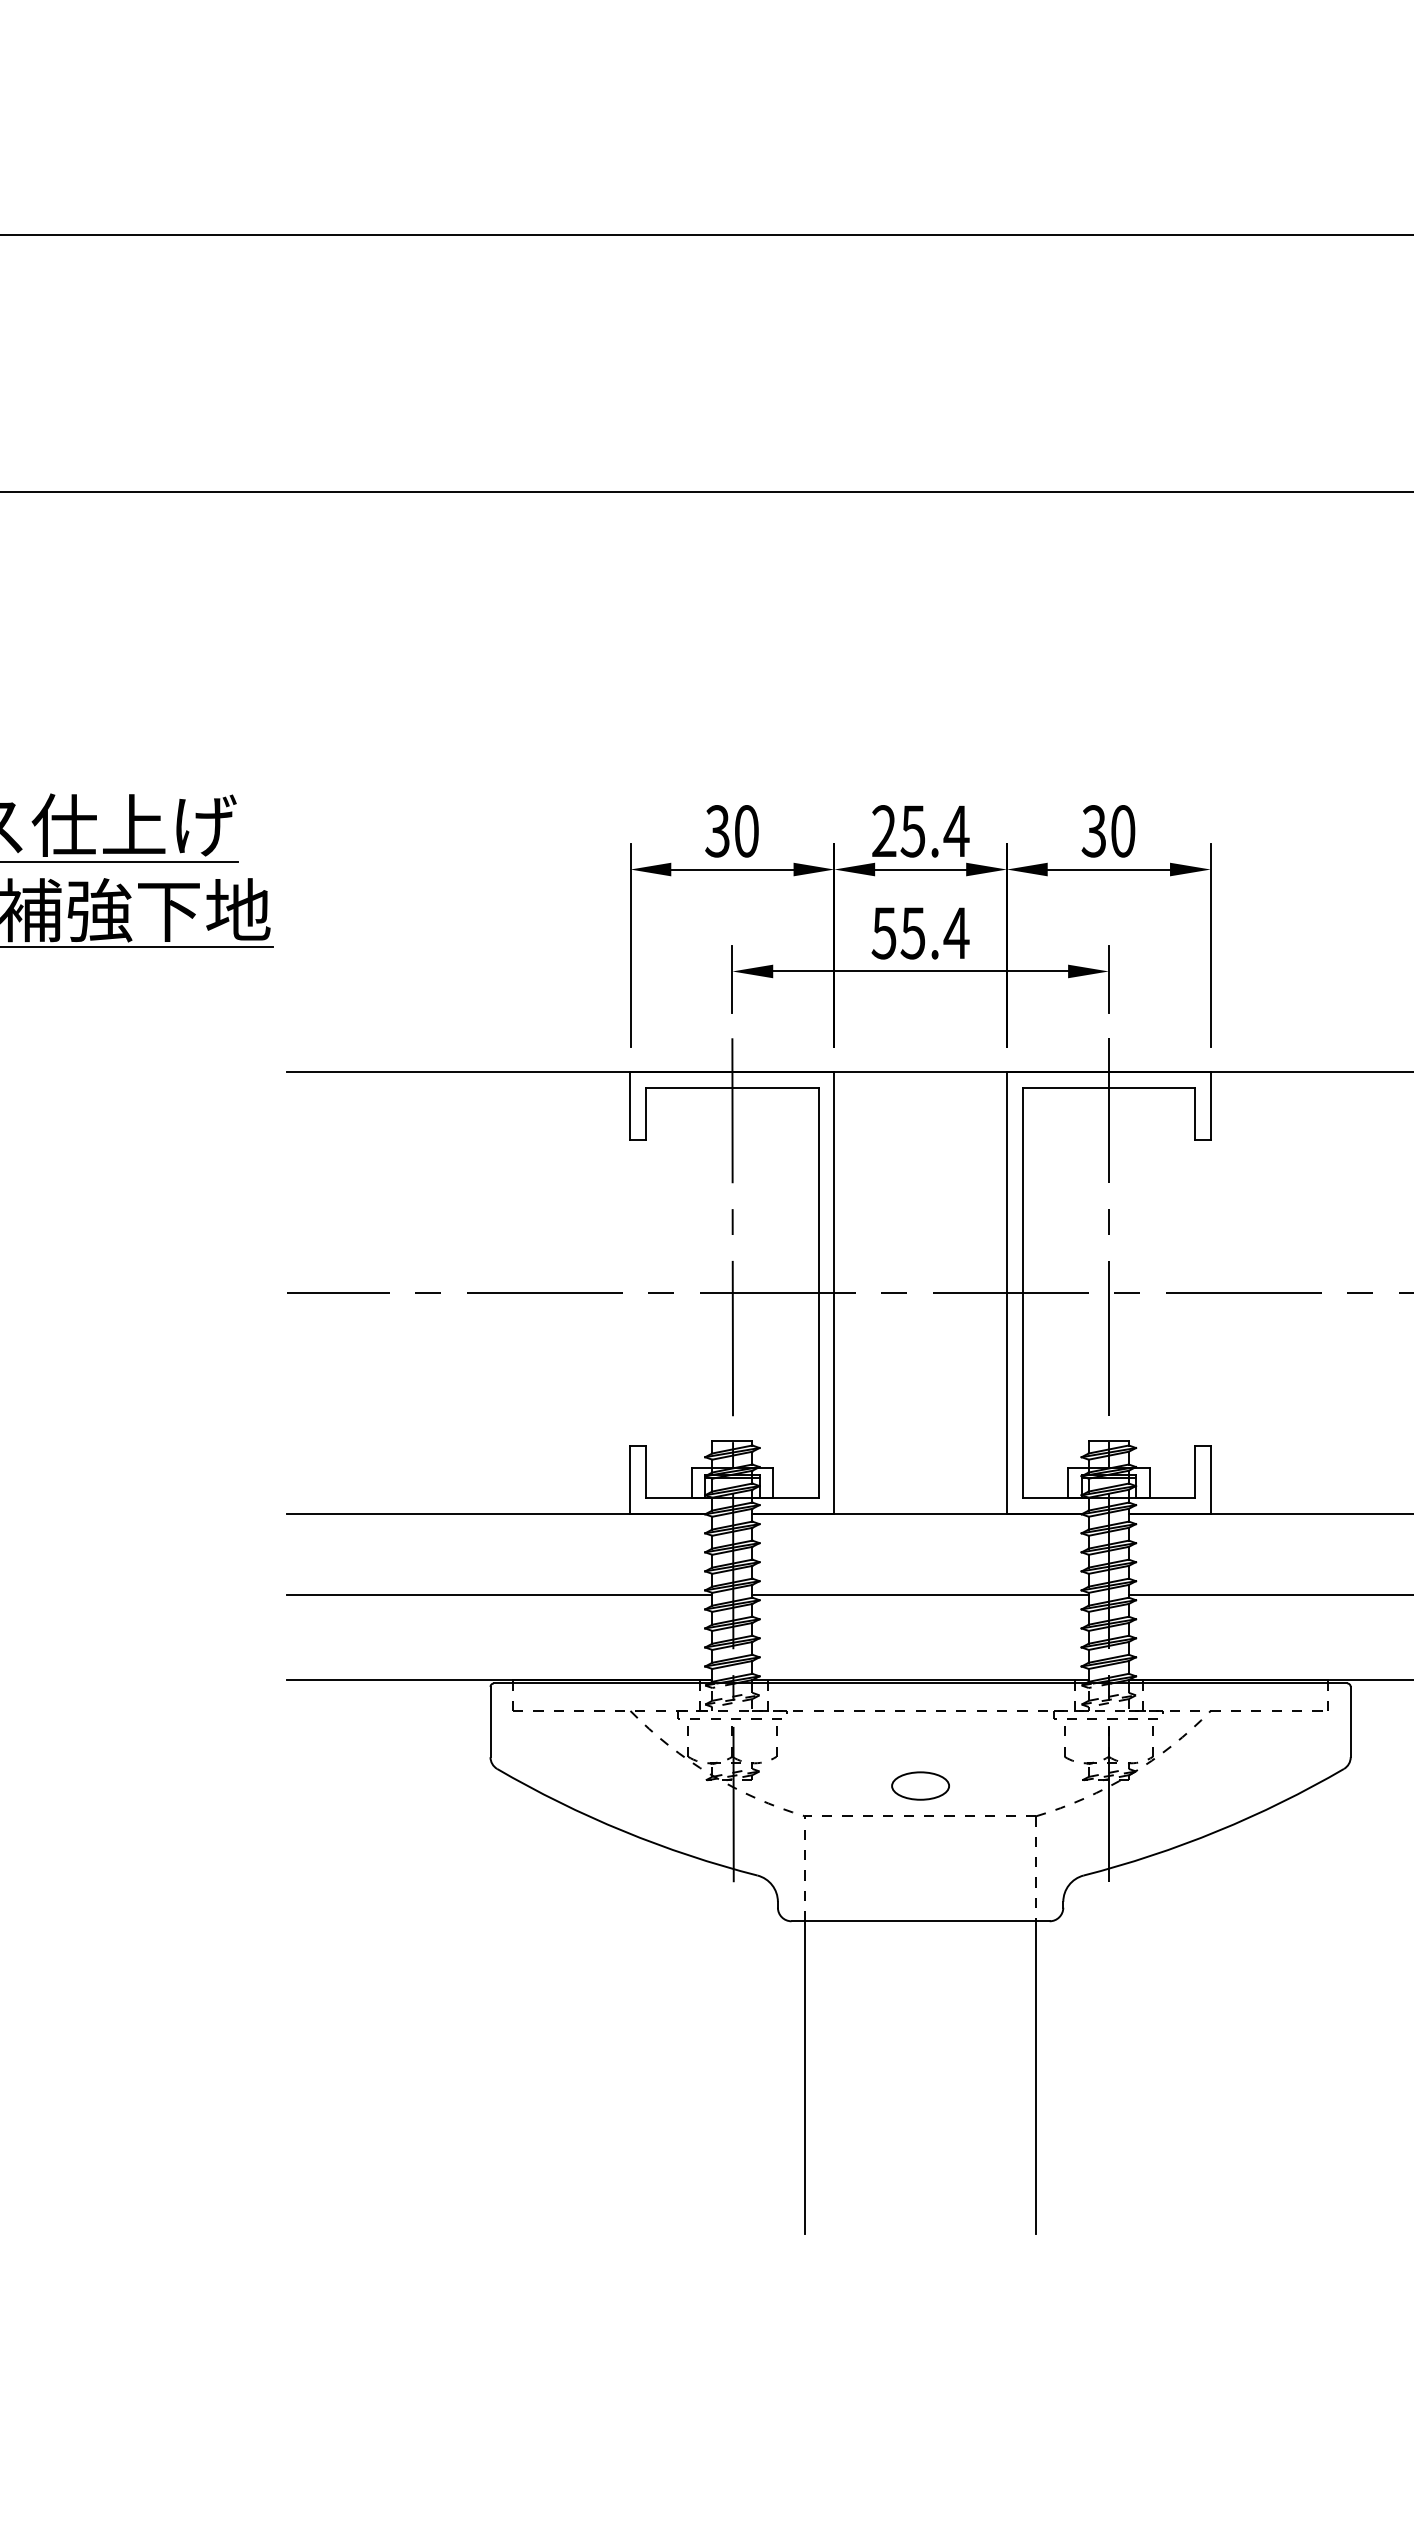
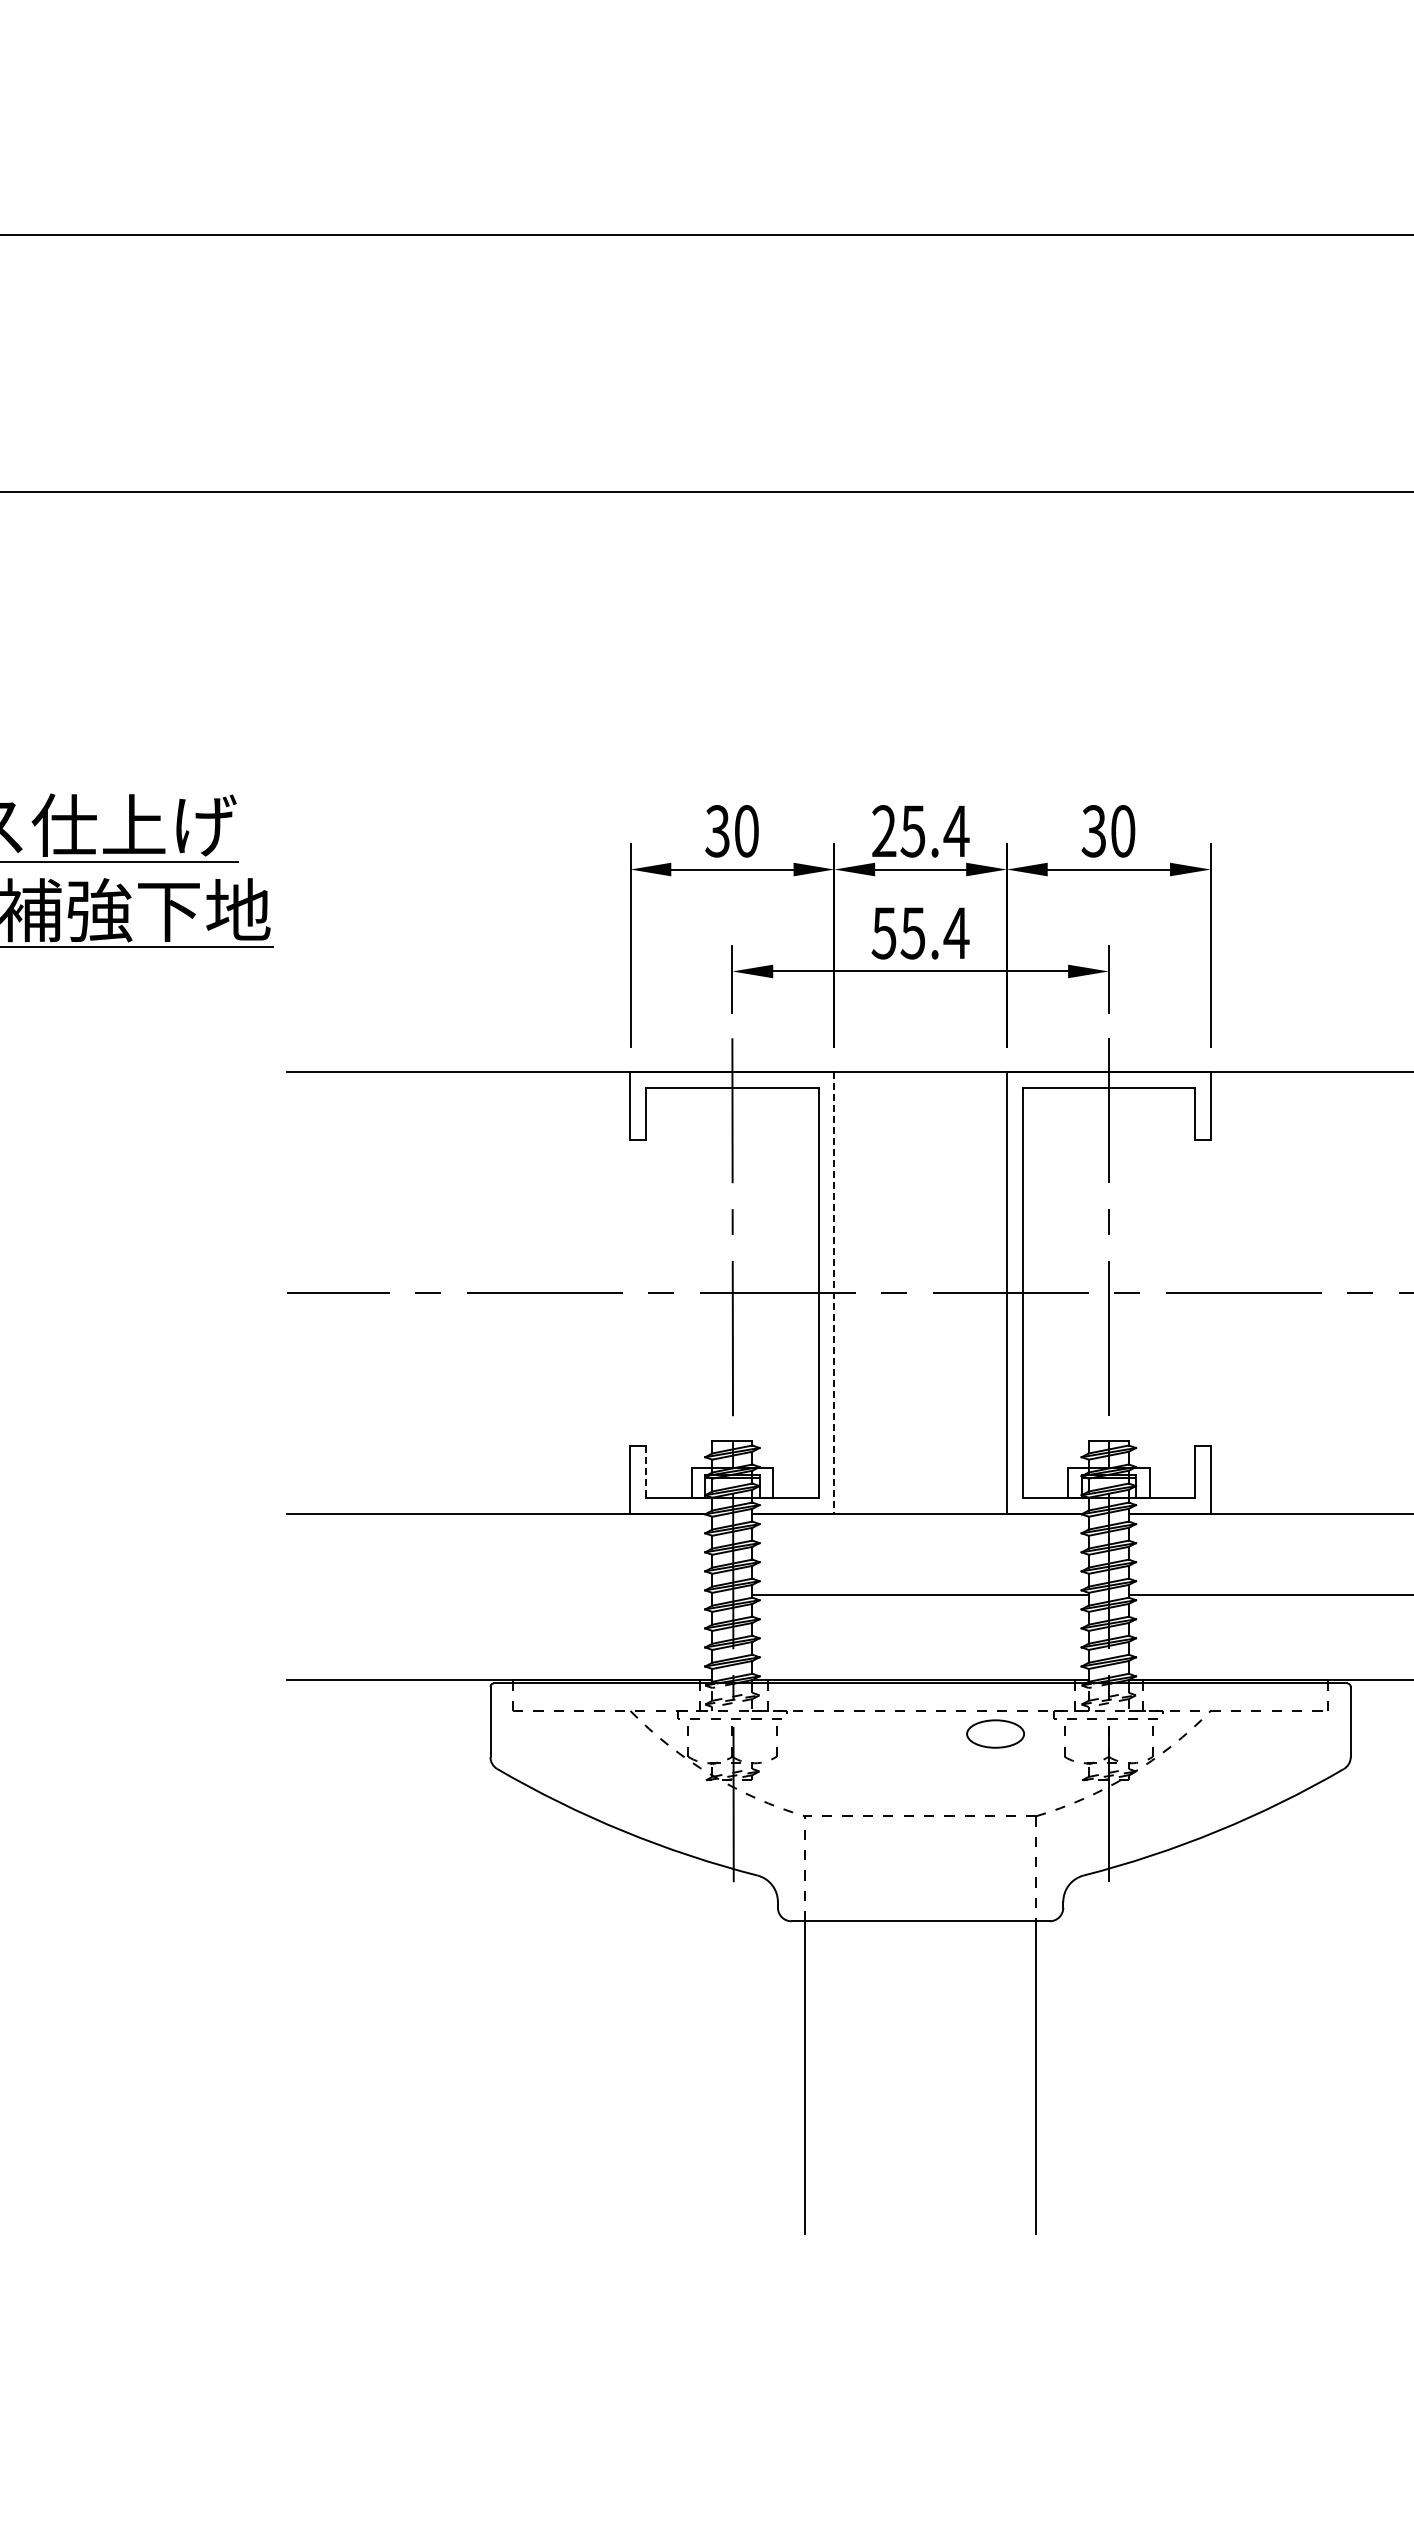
line at (834, 1293): solid -> dashed
line at (646, 1472): solid -> dashed
line at (499, 1595): present -> none
part at (920, 1785) position: (920, 1785) -> (995, 1733)
